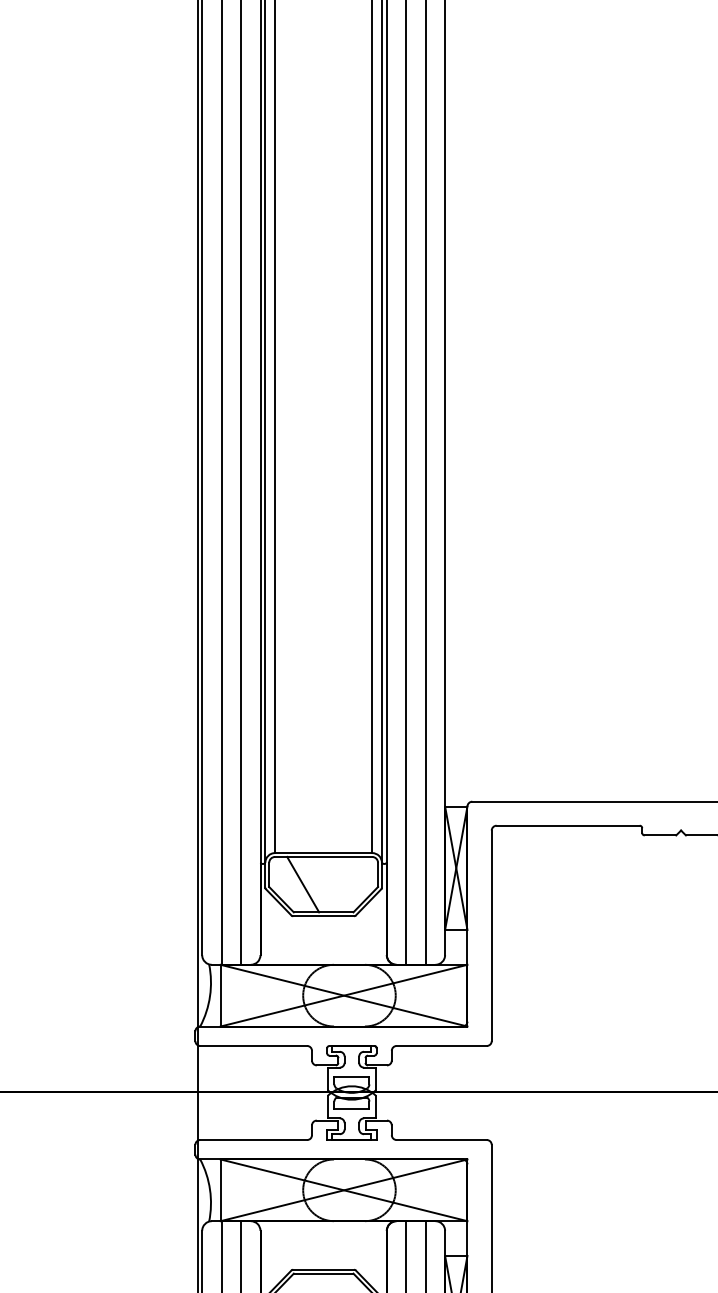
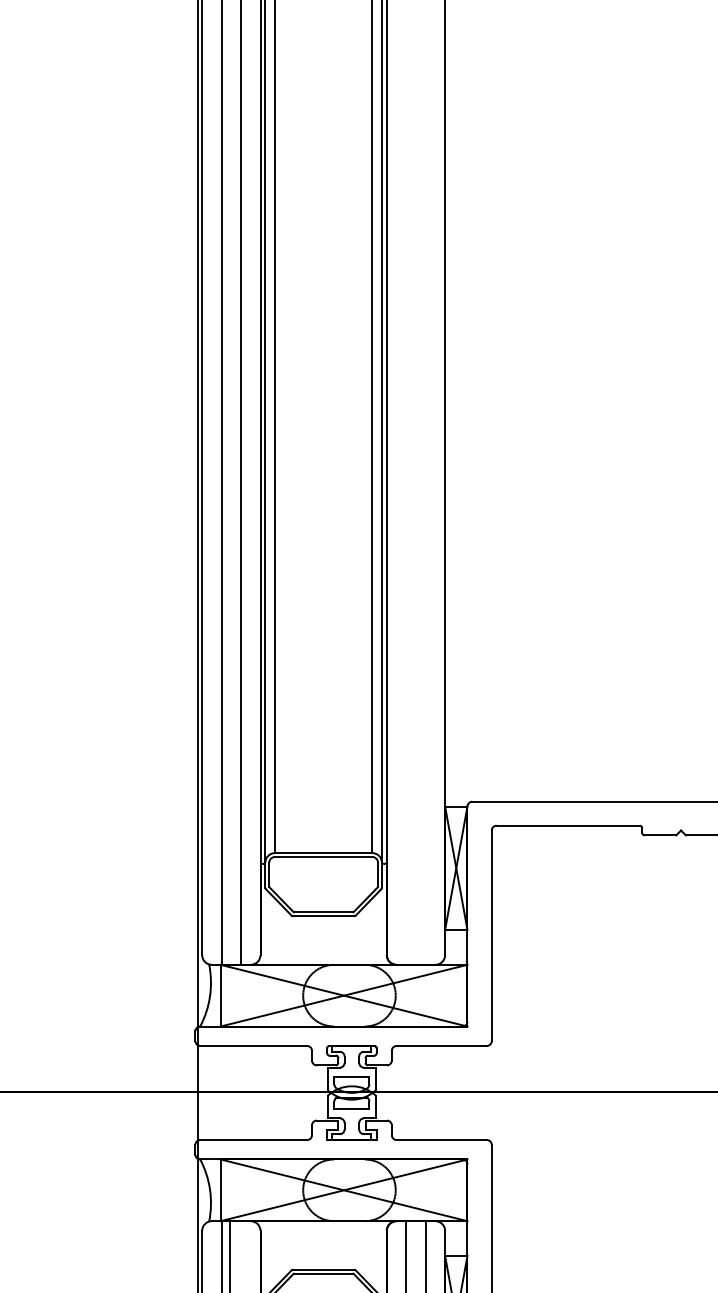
line at (406, 483): present -> none
line at (425, 483): present -> none
line at (303, 884): present -> none
line at (241, 1255) position: (241, 1255) -> (230, 1255)
